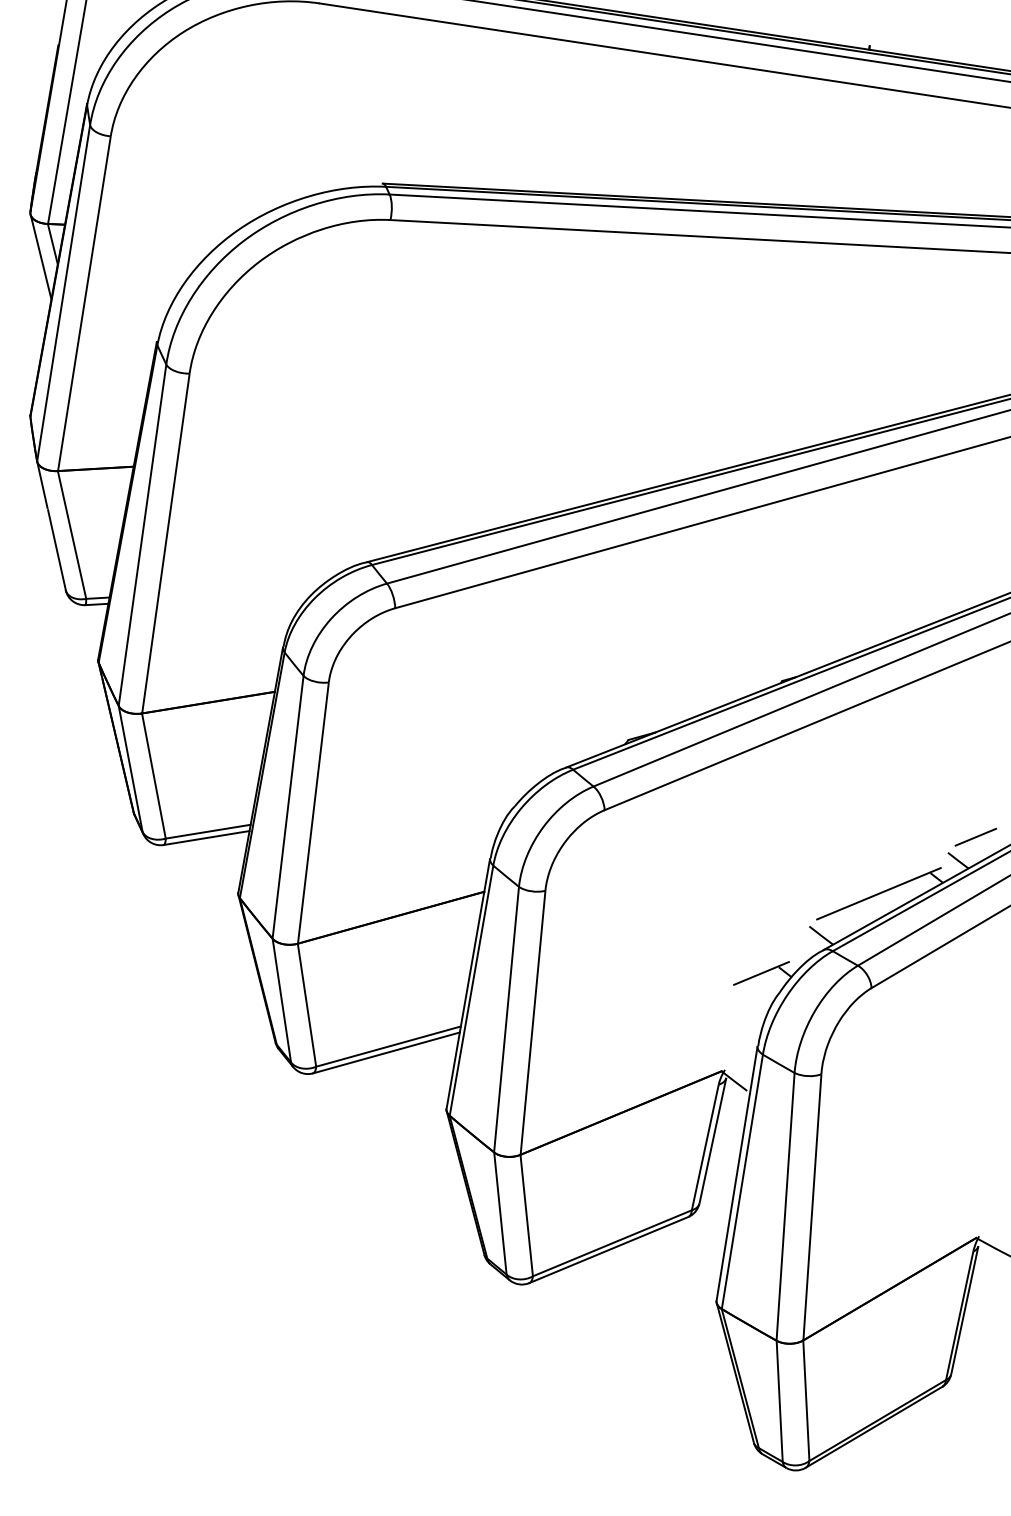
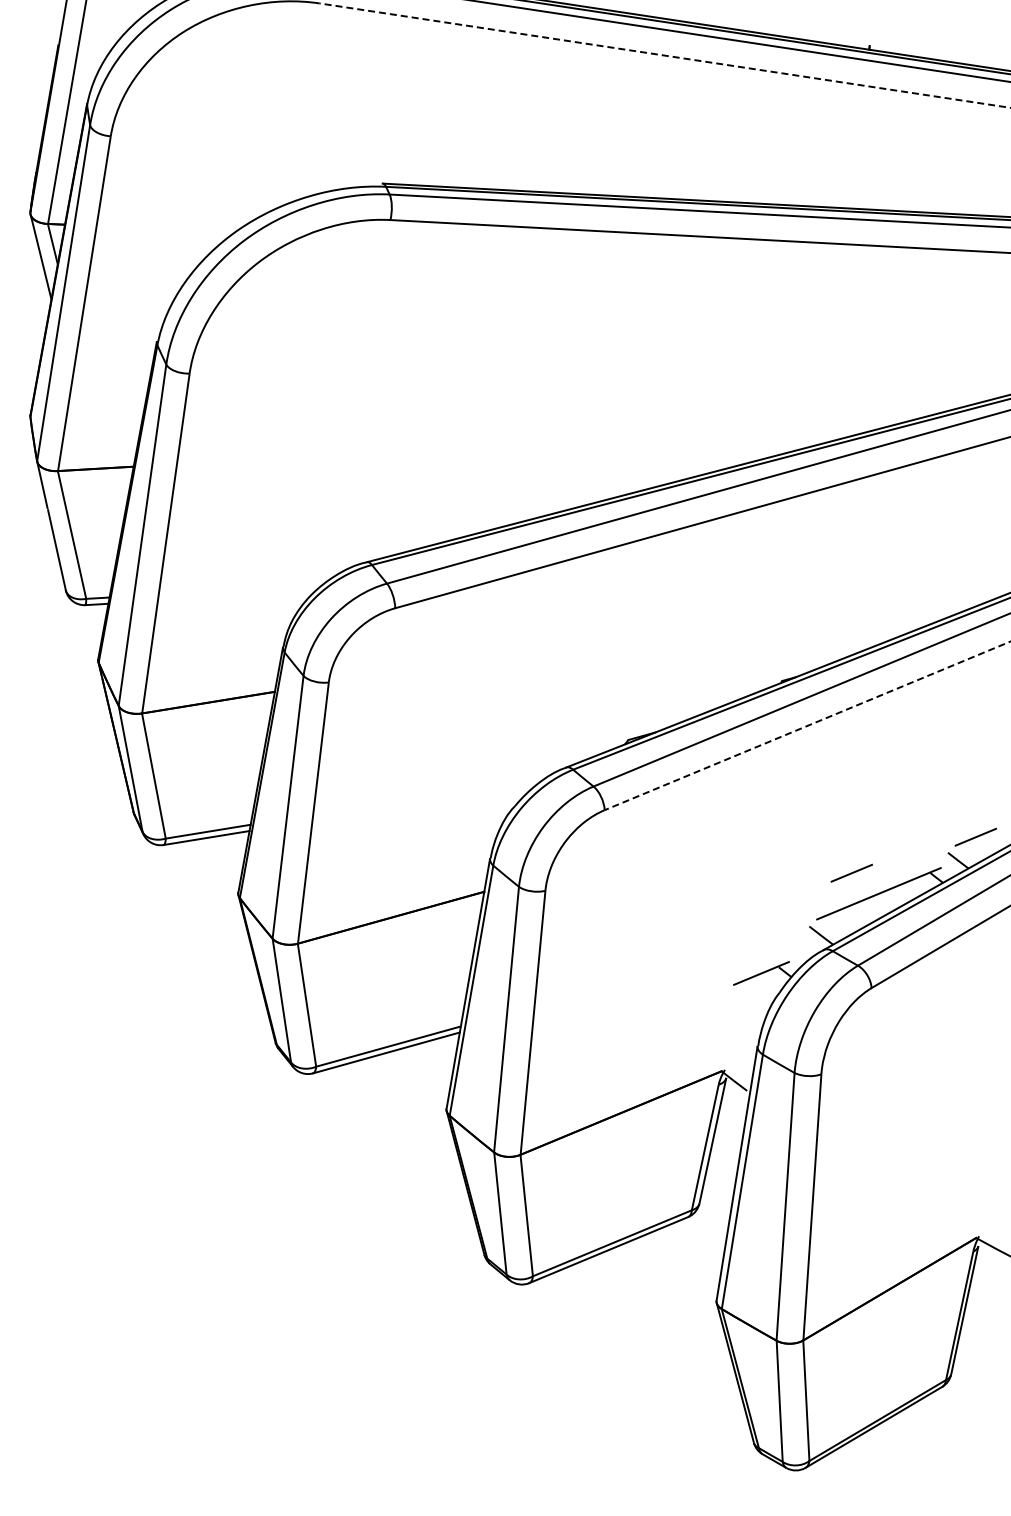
line at (664, 55): solid -> dashed
line at (807, 725): solid -> dashed
line at (851, 872): none -> present
